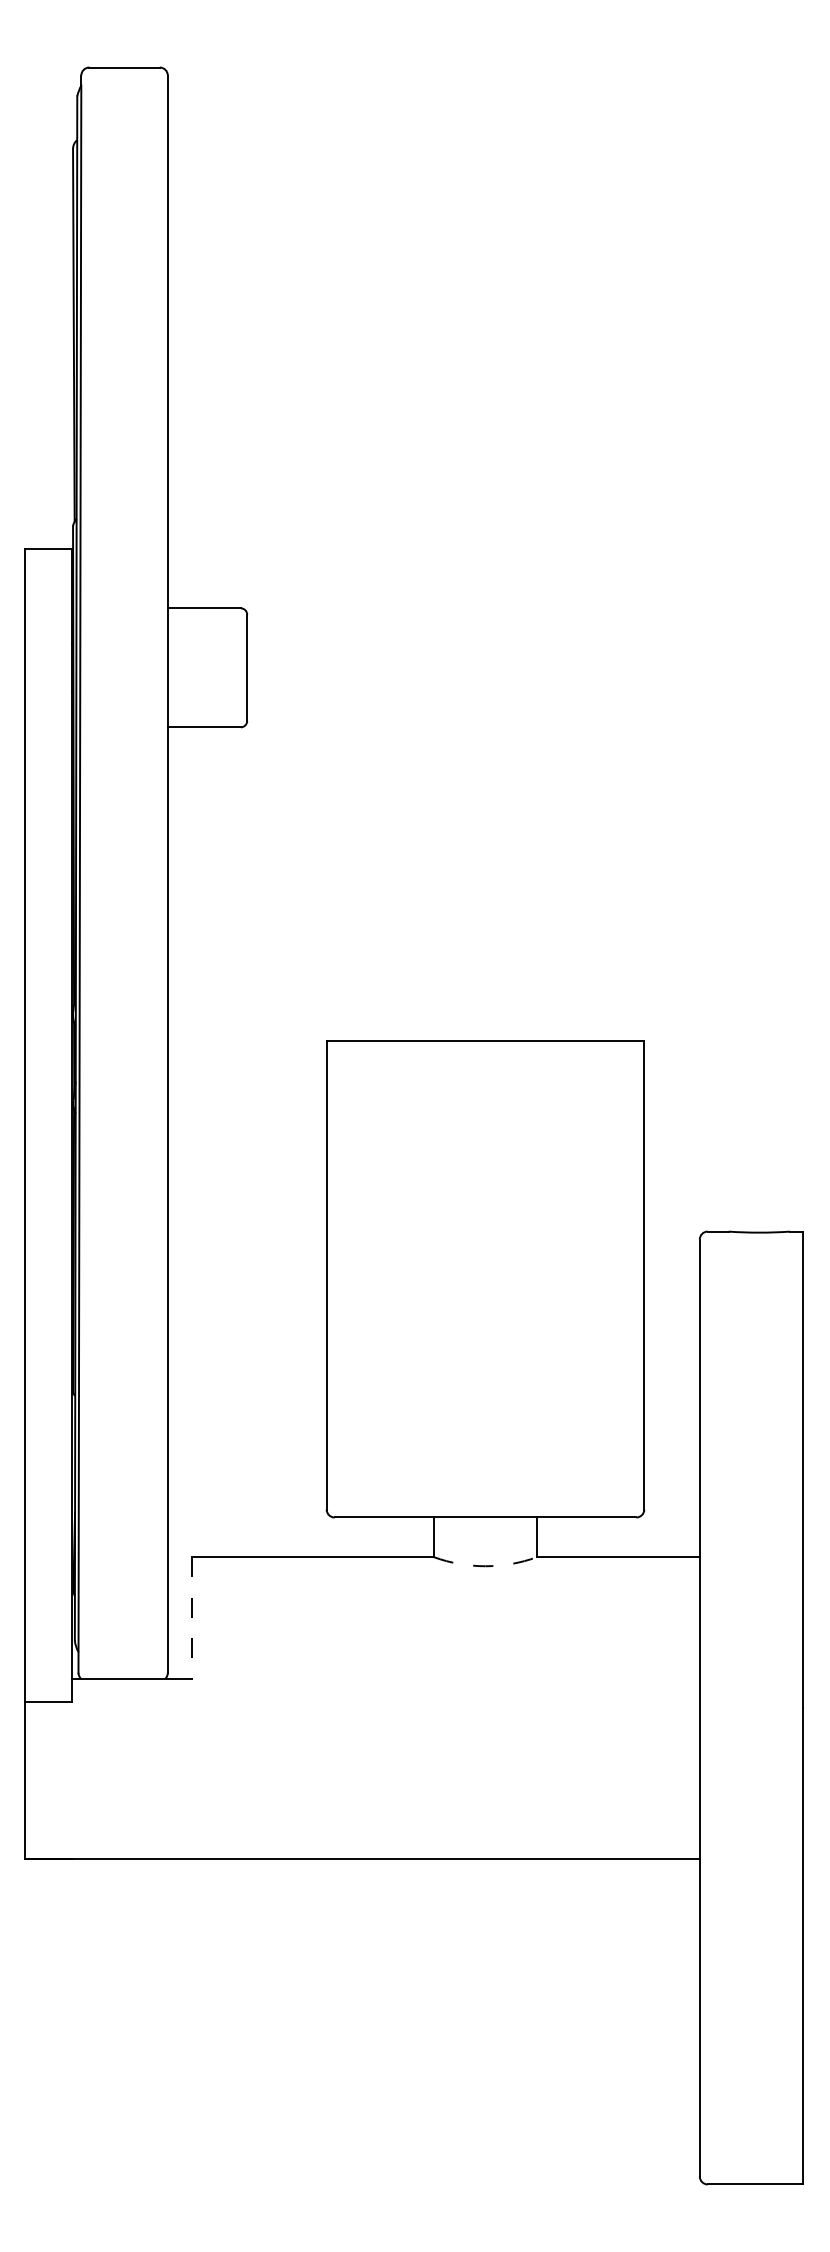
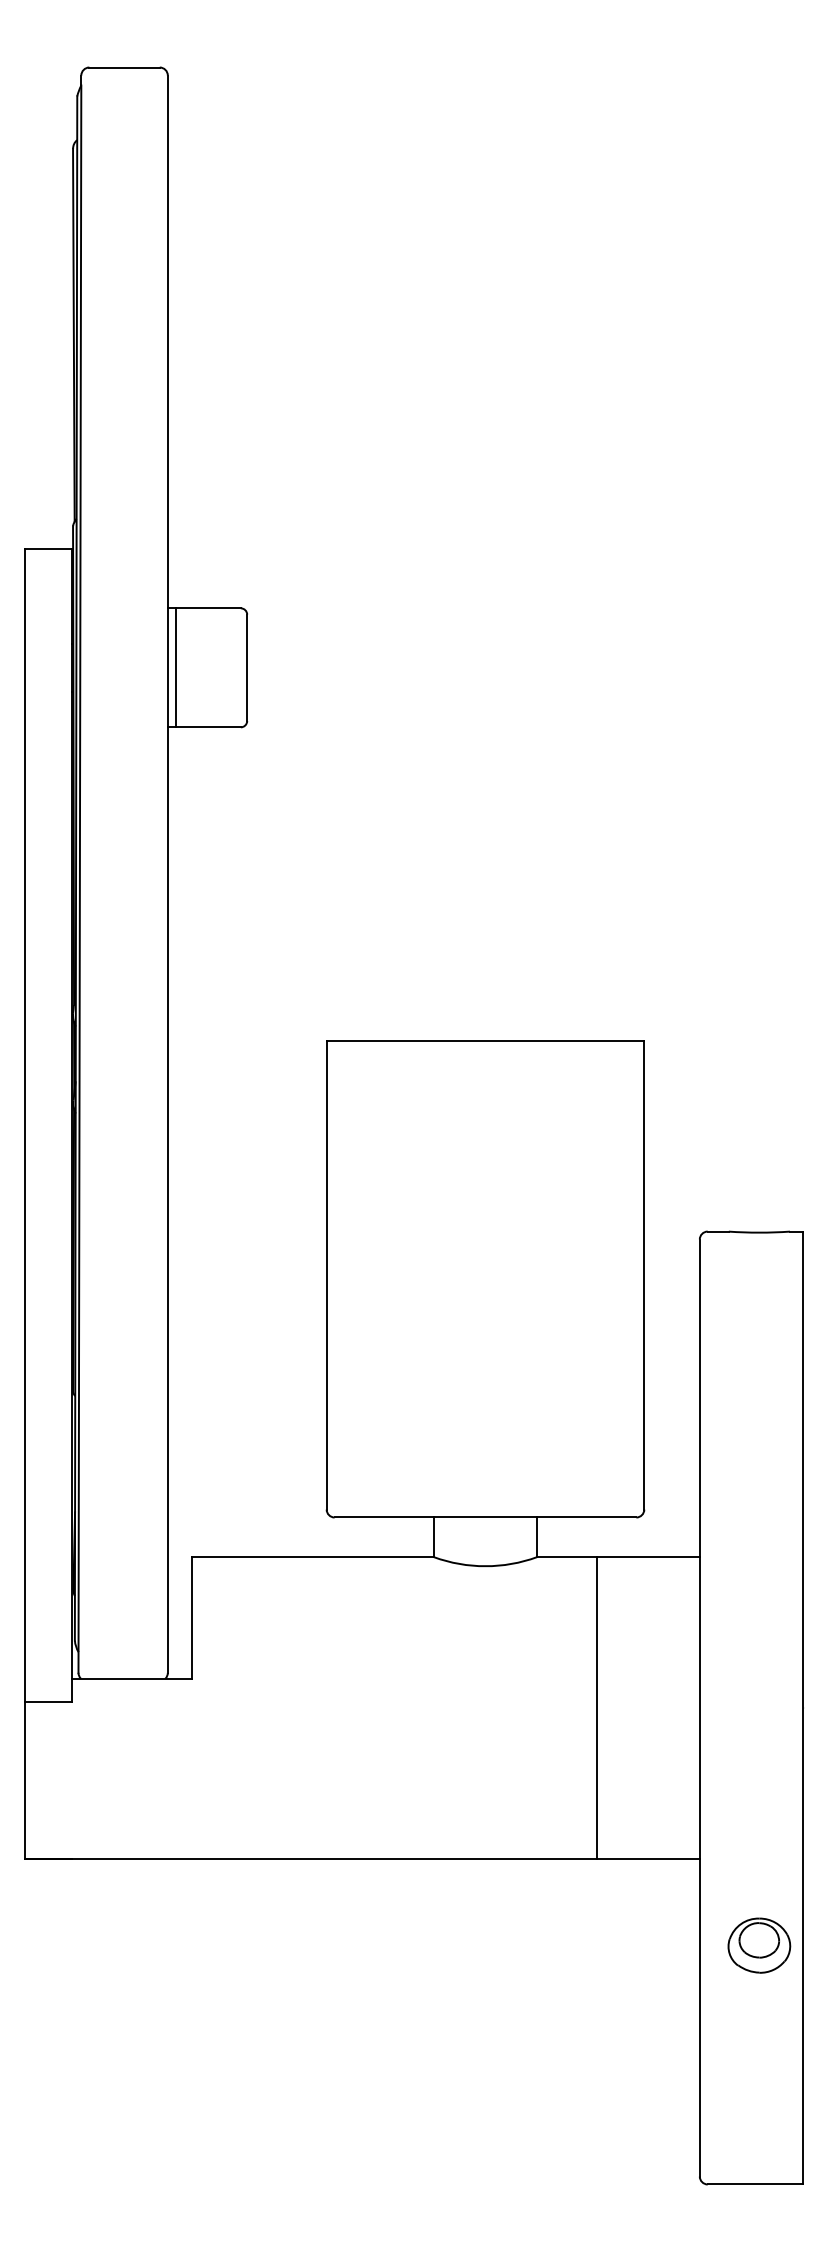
line at (175, 667): none -> present
arc at (485, 1566): dashed -> solid
line at (191, 1617): dashed -> solid
line at (596, 1707): none -> present
part at (759, 1945): none -> present
